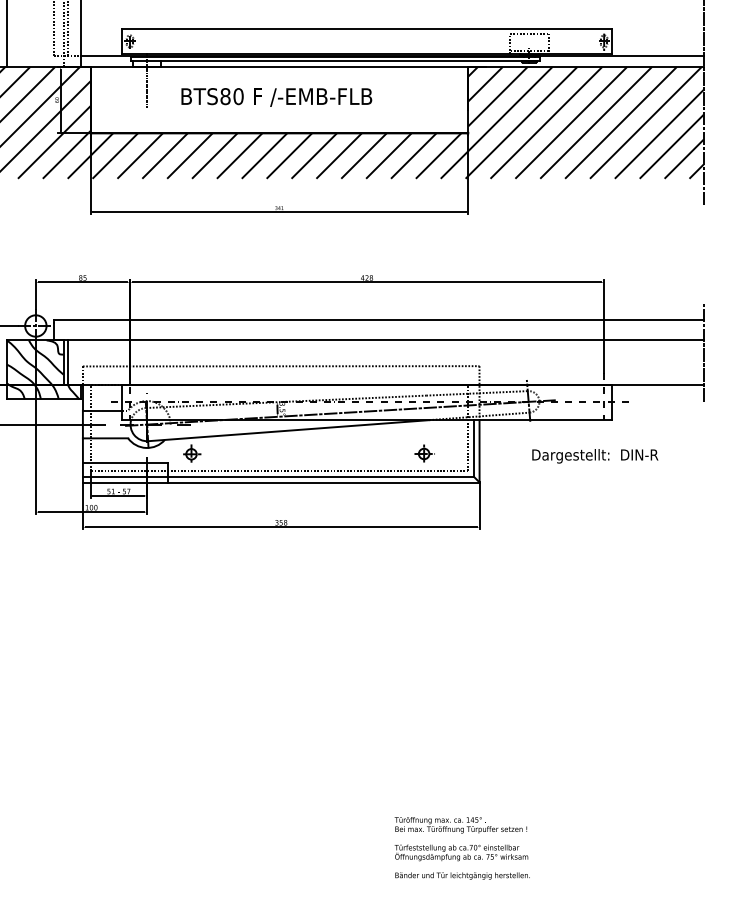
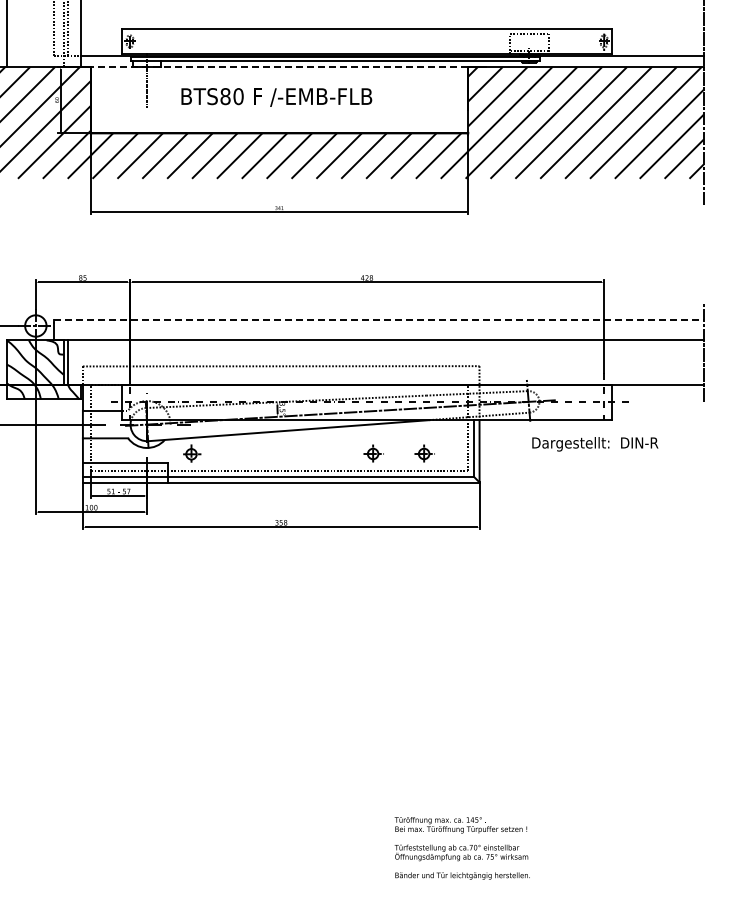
line at (279, 66): solid -> dashed
line at (379, 320): solid -> dashed
part at (373, 453): none -> present
text at (595, 456) position: (595, 456) -> (595, 444)
